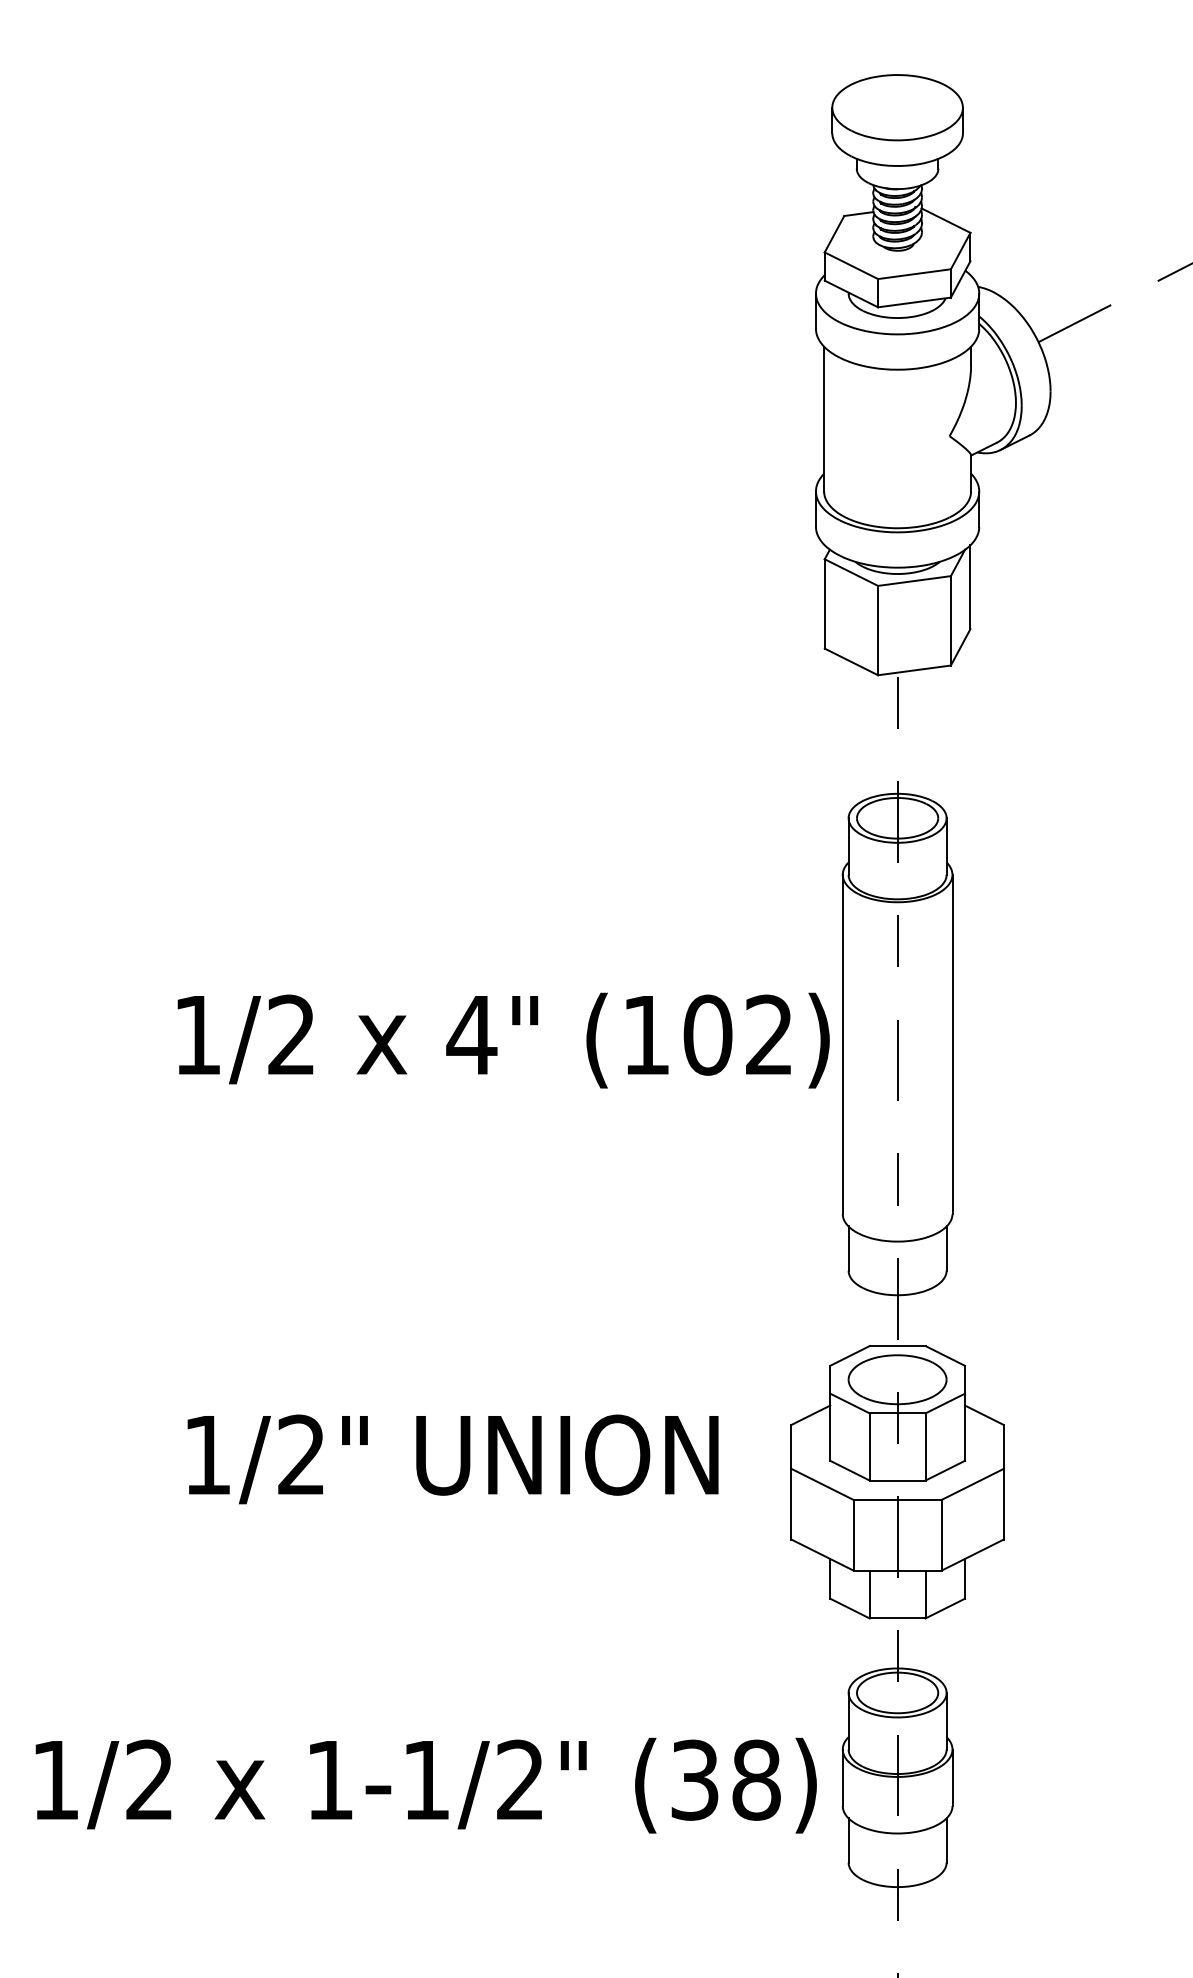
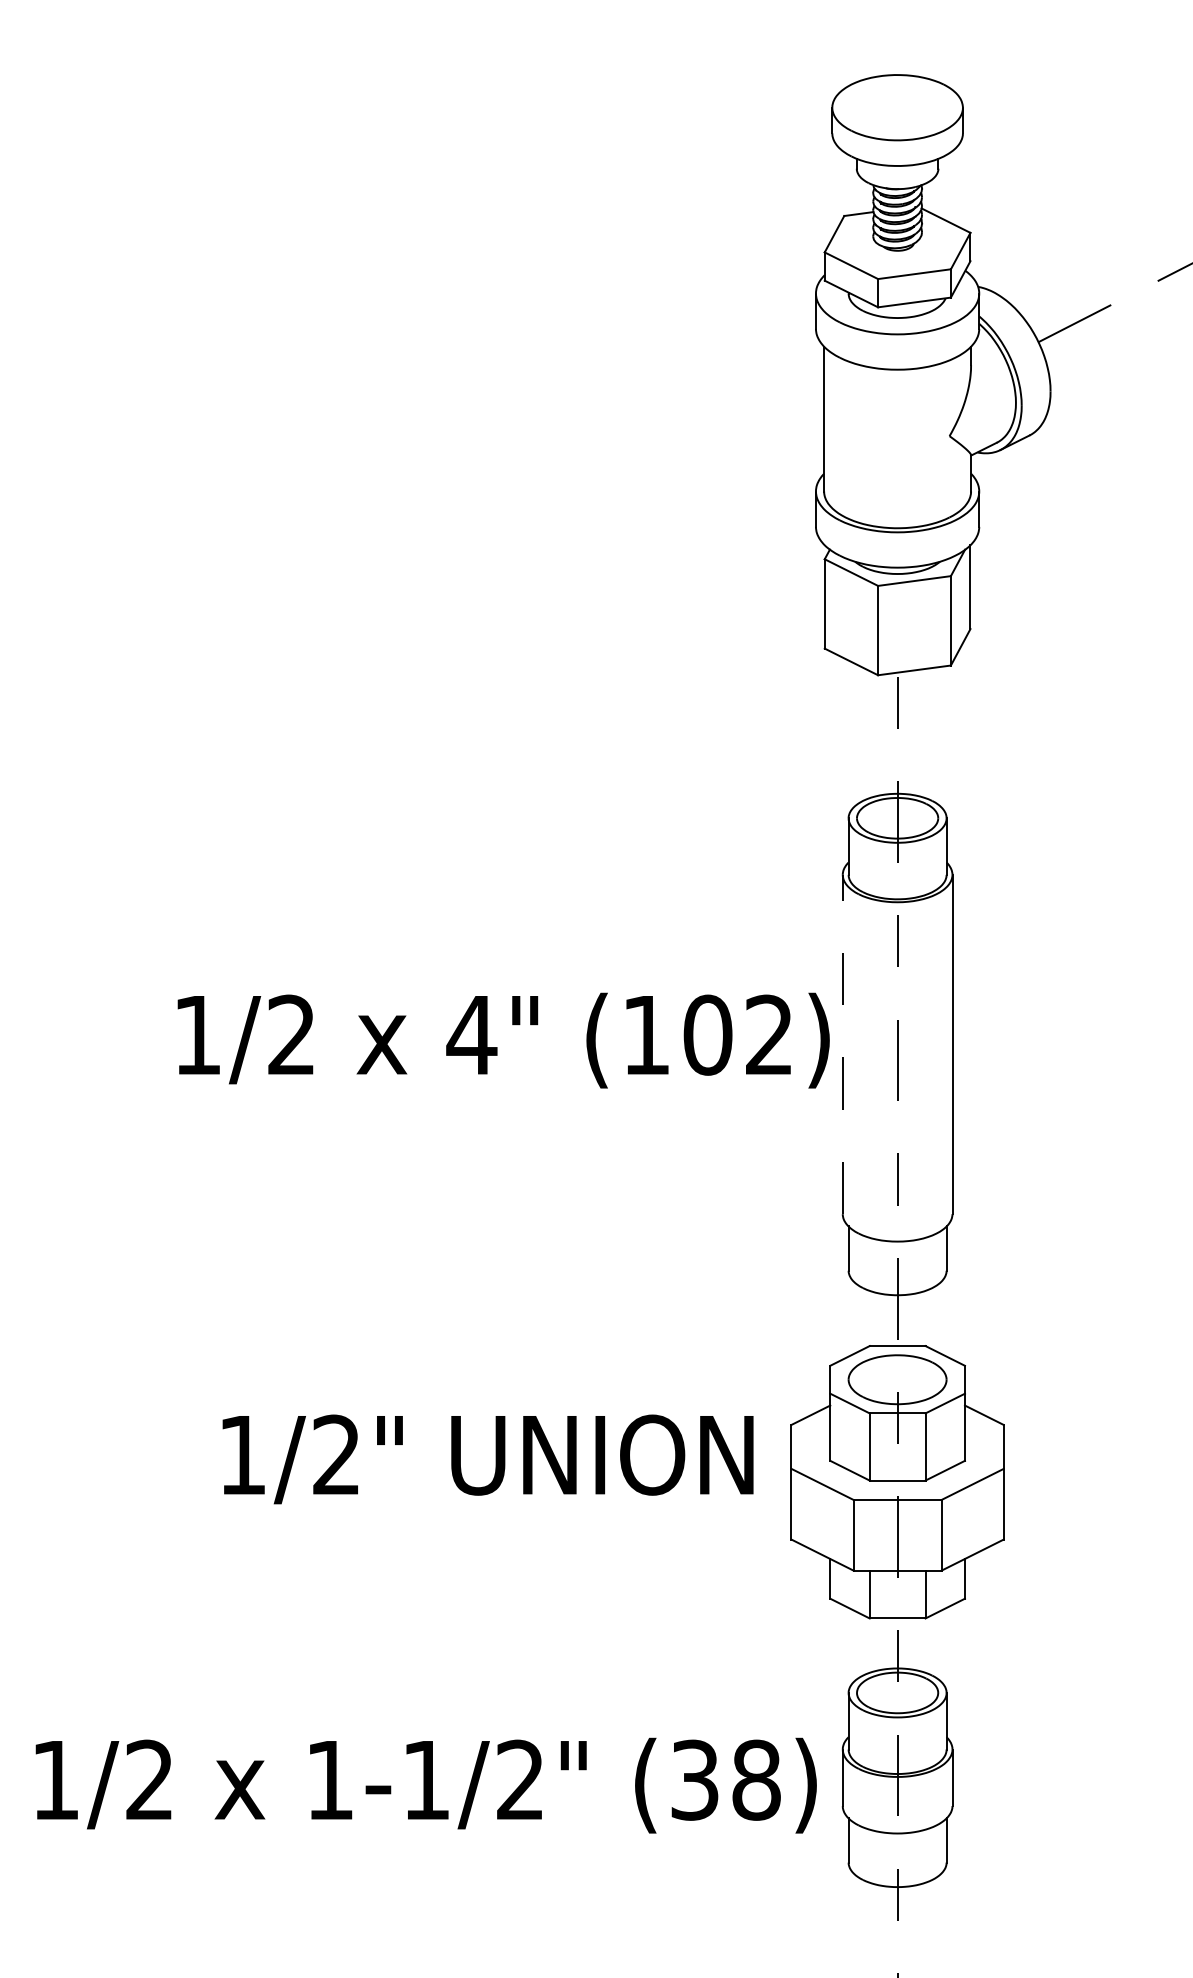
line at (842, 1044): solid -> dashed
text at (452, 1459) position: (452, 1459) -> (487, 1459)
